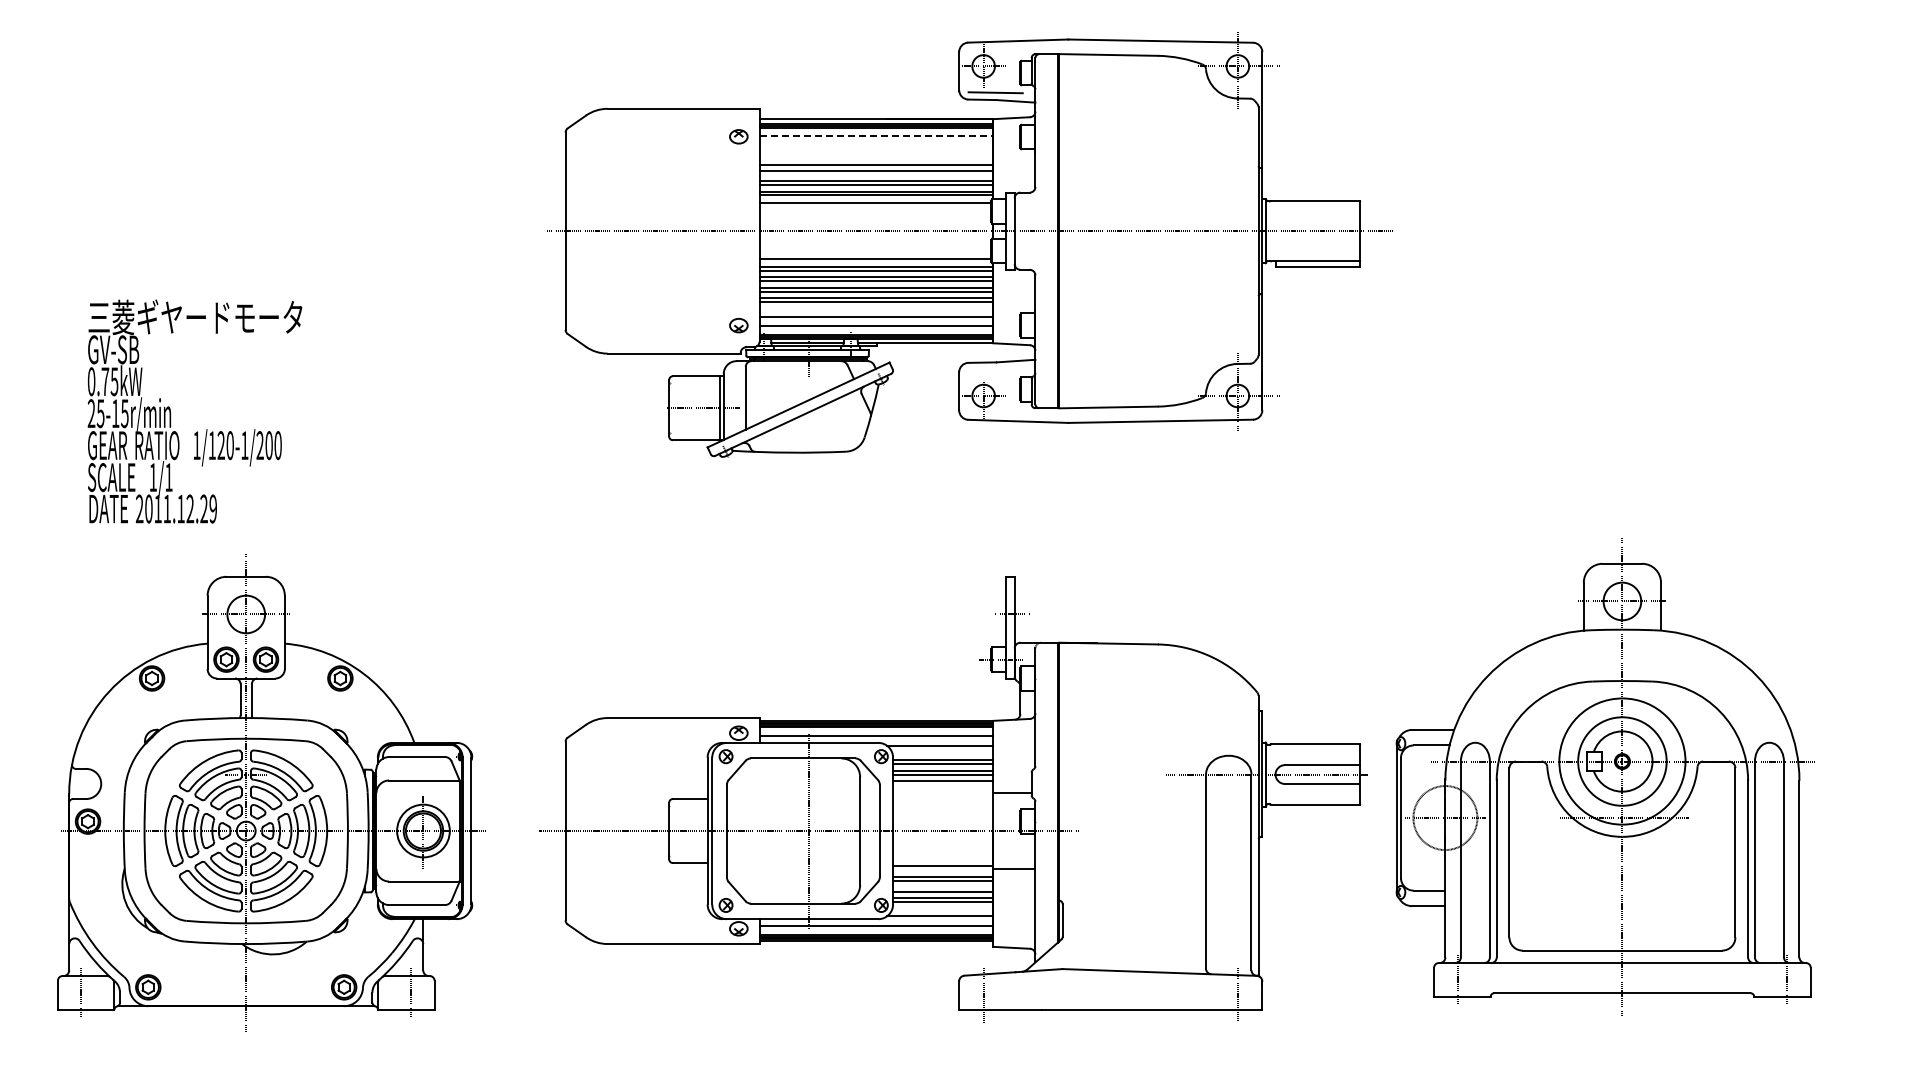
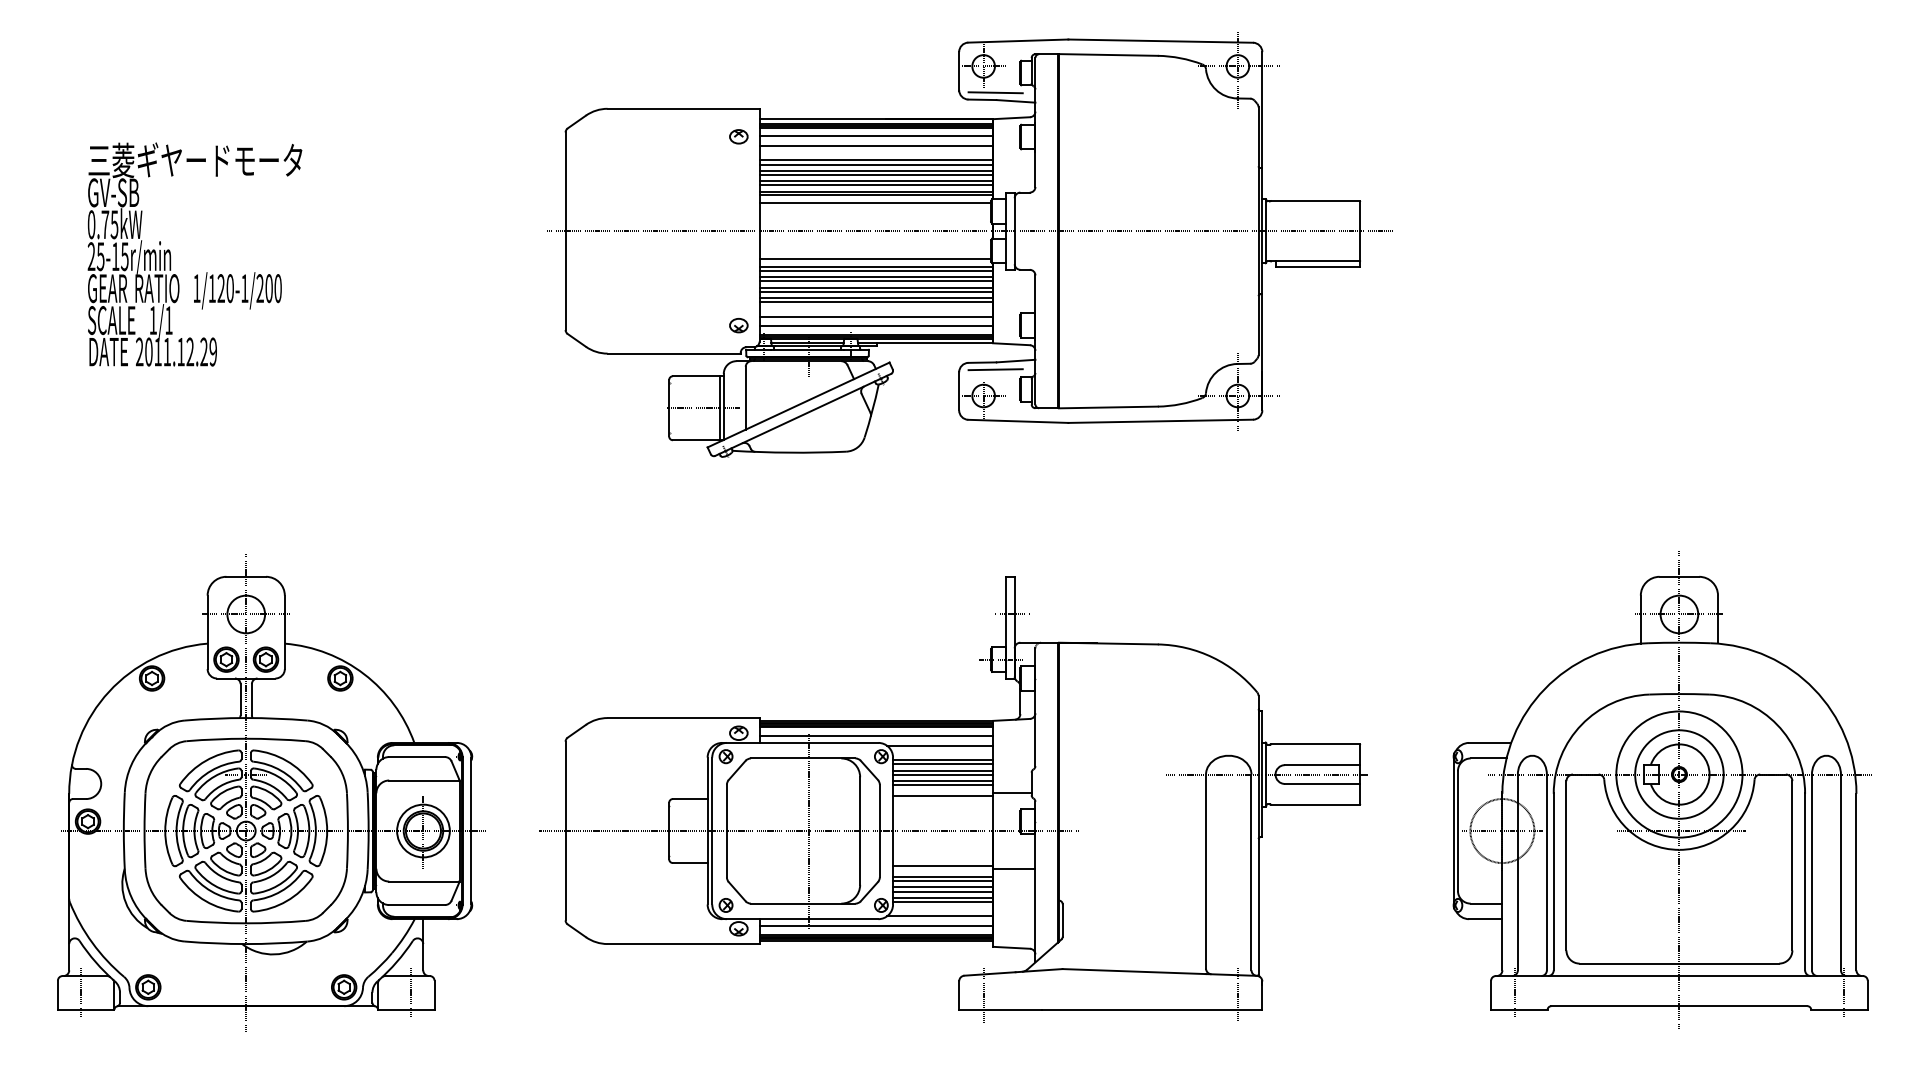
line at (876, 136): dashed -> solid
line at (876, 145): none -> present
line at (876, 160): none -> present
line at (876, 174): none -> present
line at (995, 369): none -> present
text at (194, 411) position: (194, 411) -> (194, 254)
part at (1604, 776) position: (1604, 776) -> (1661, 789)
line at (943, 784): none -> present
line at (943, 795): none -> present
line at (943, 887): none -> present
